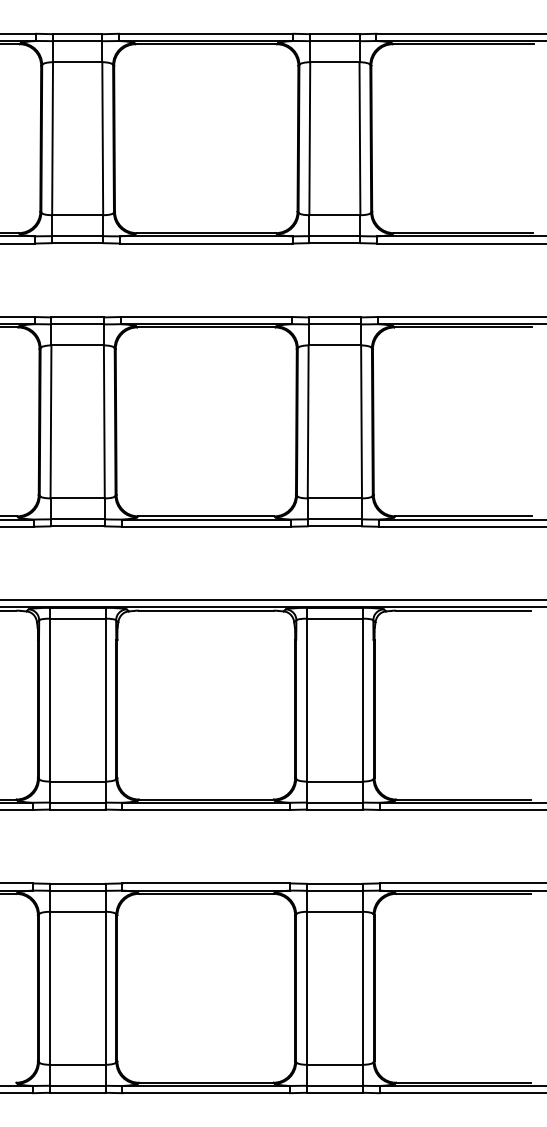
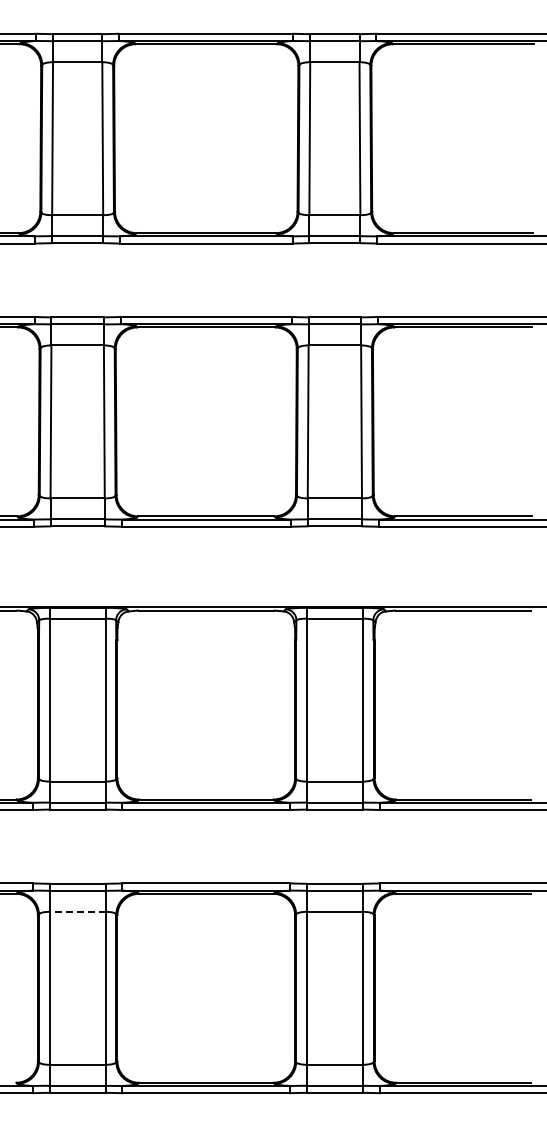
line at (272, 600): present -> none
line at (77, 911): solid -> dashed
